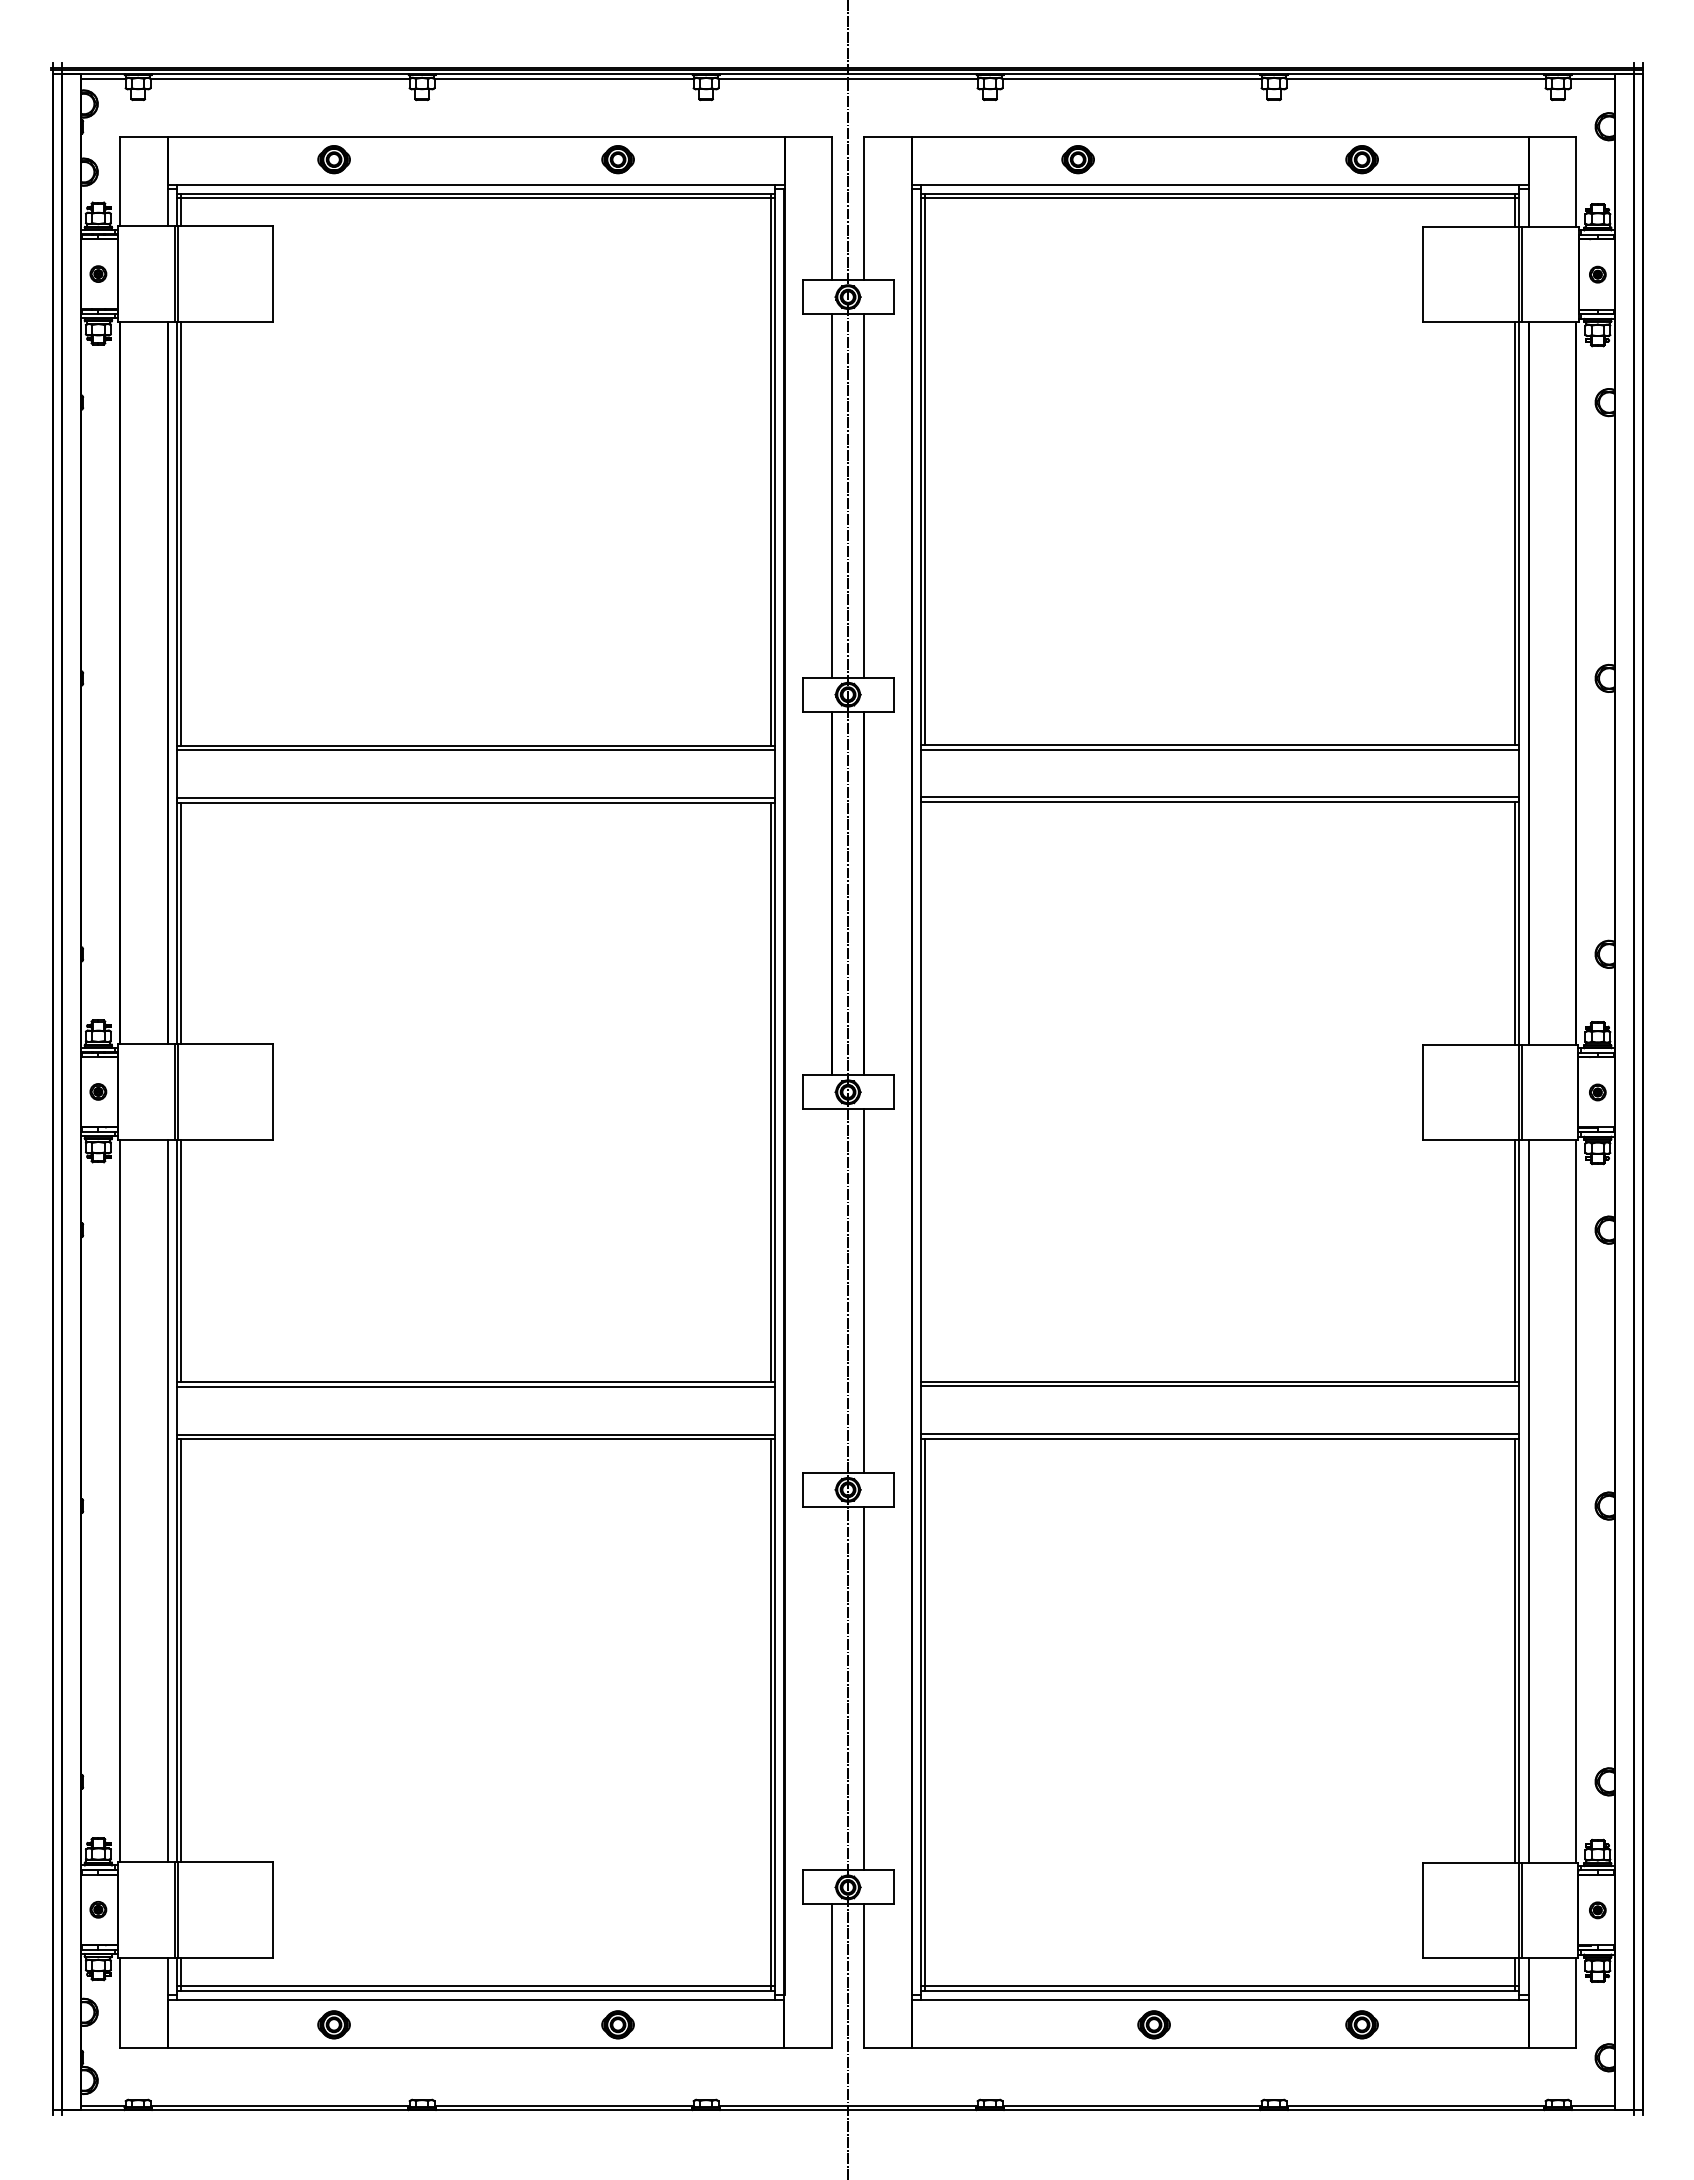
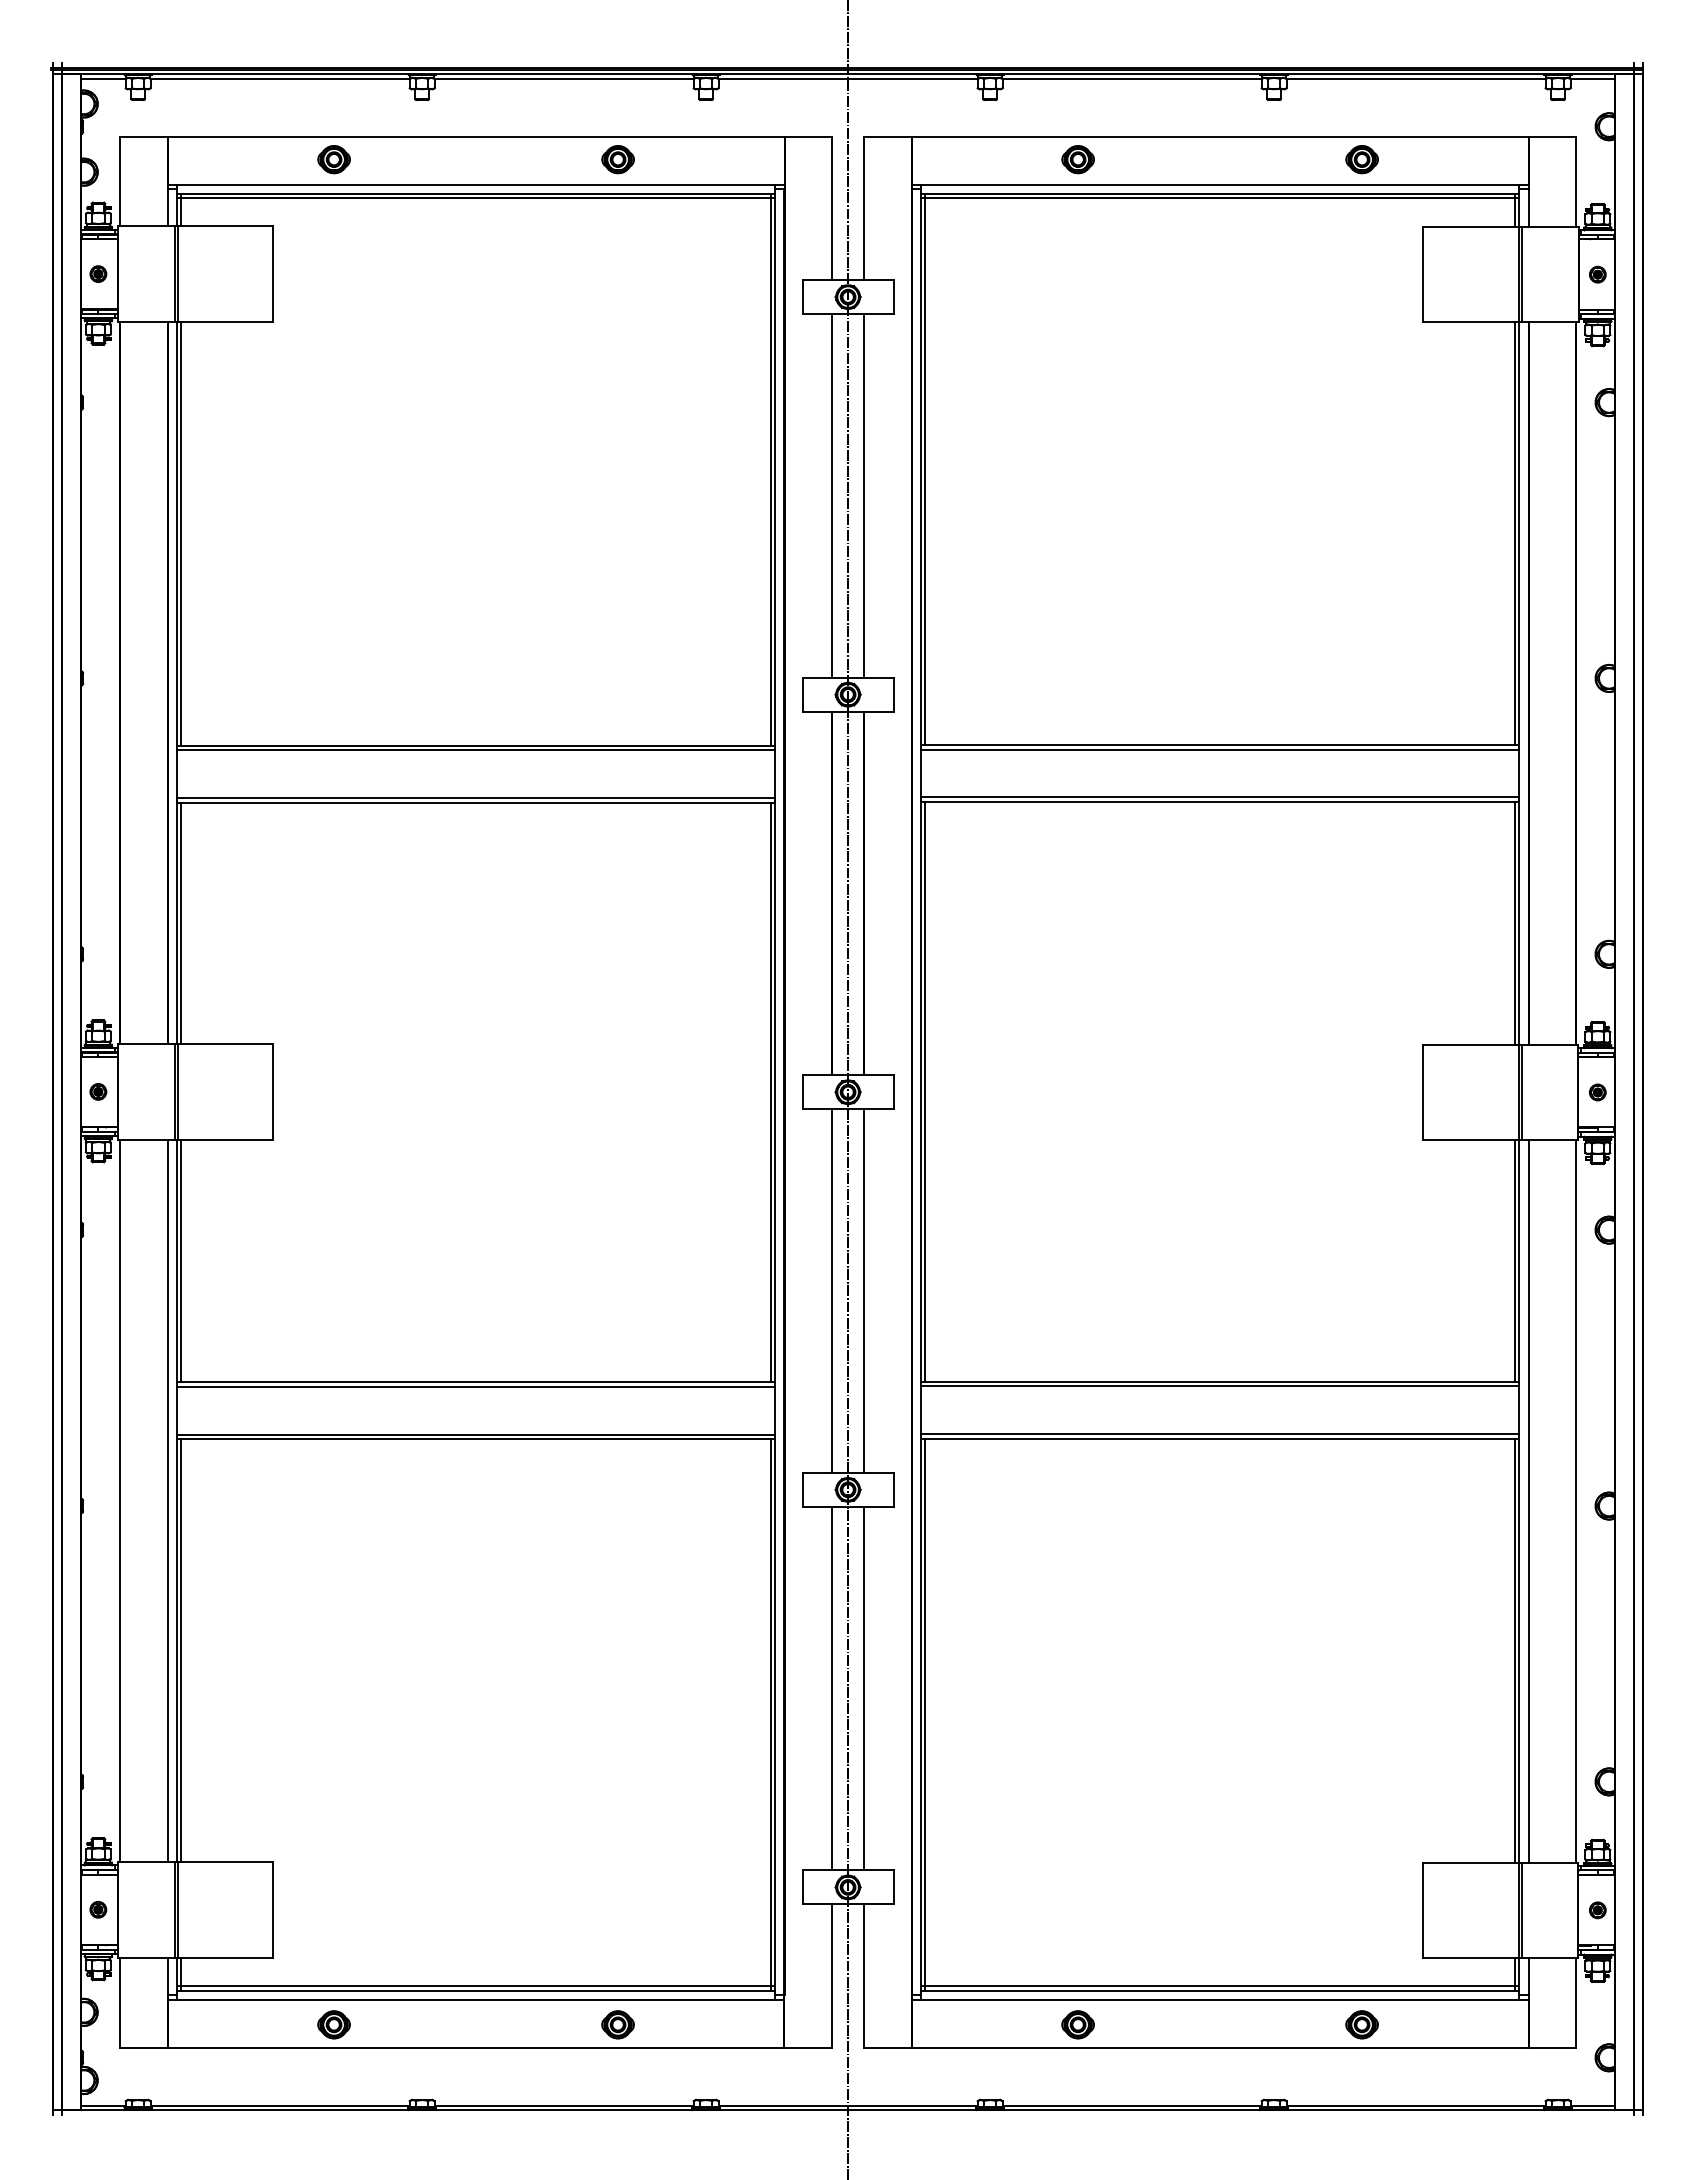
line at (925, 1091): none -> present
line at (832, 1290): none -> present
line at (832, 1688): none -> present
part at (1153, 2024) position: (1153, 2024) -> (1077, 2024)
